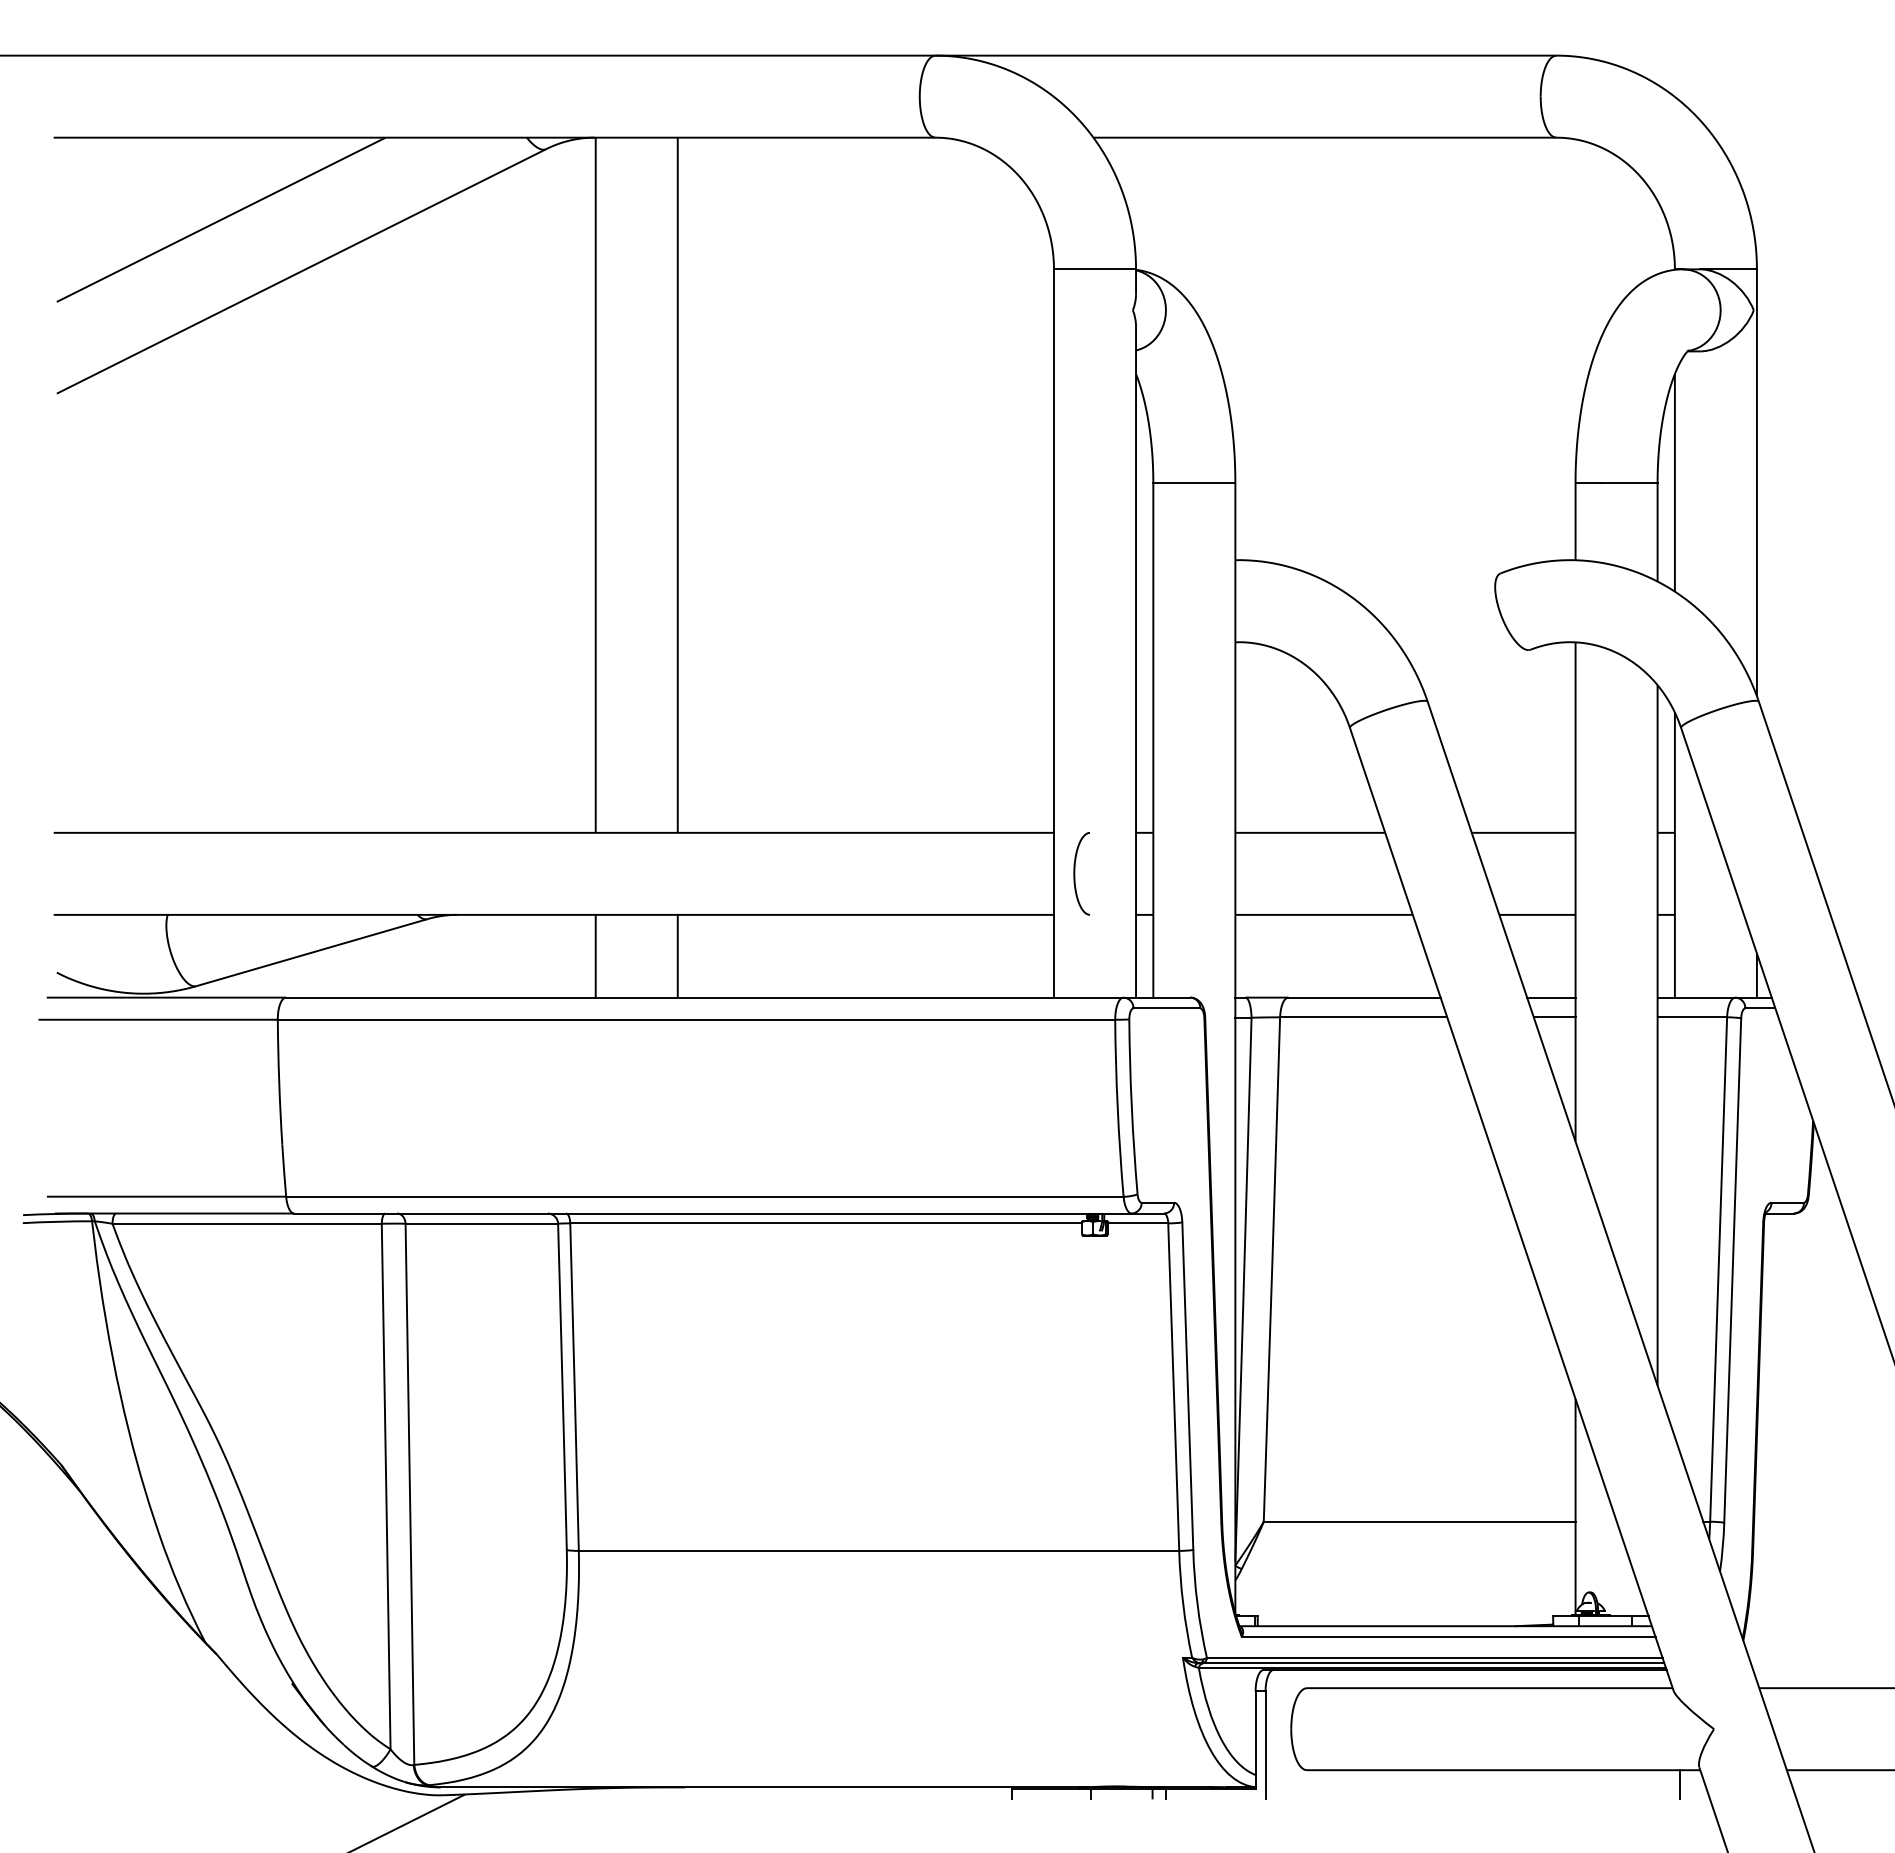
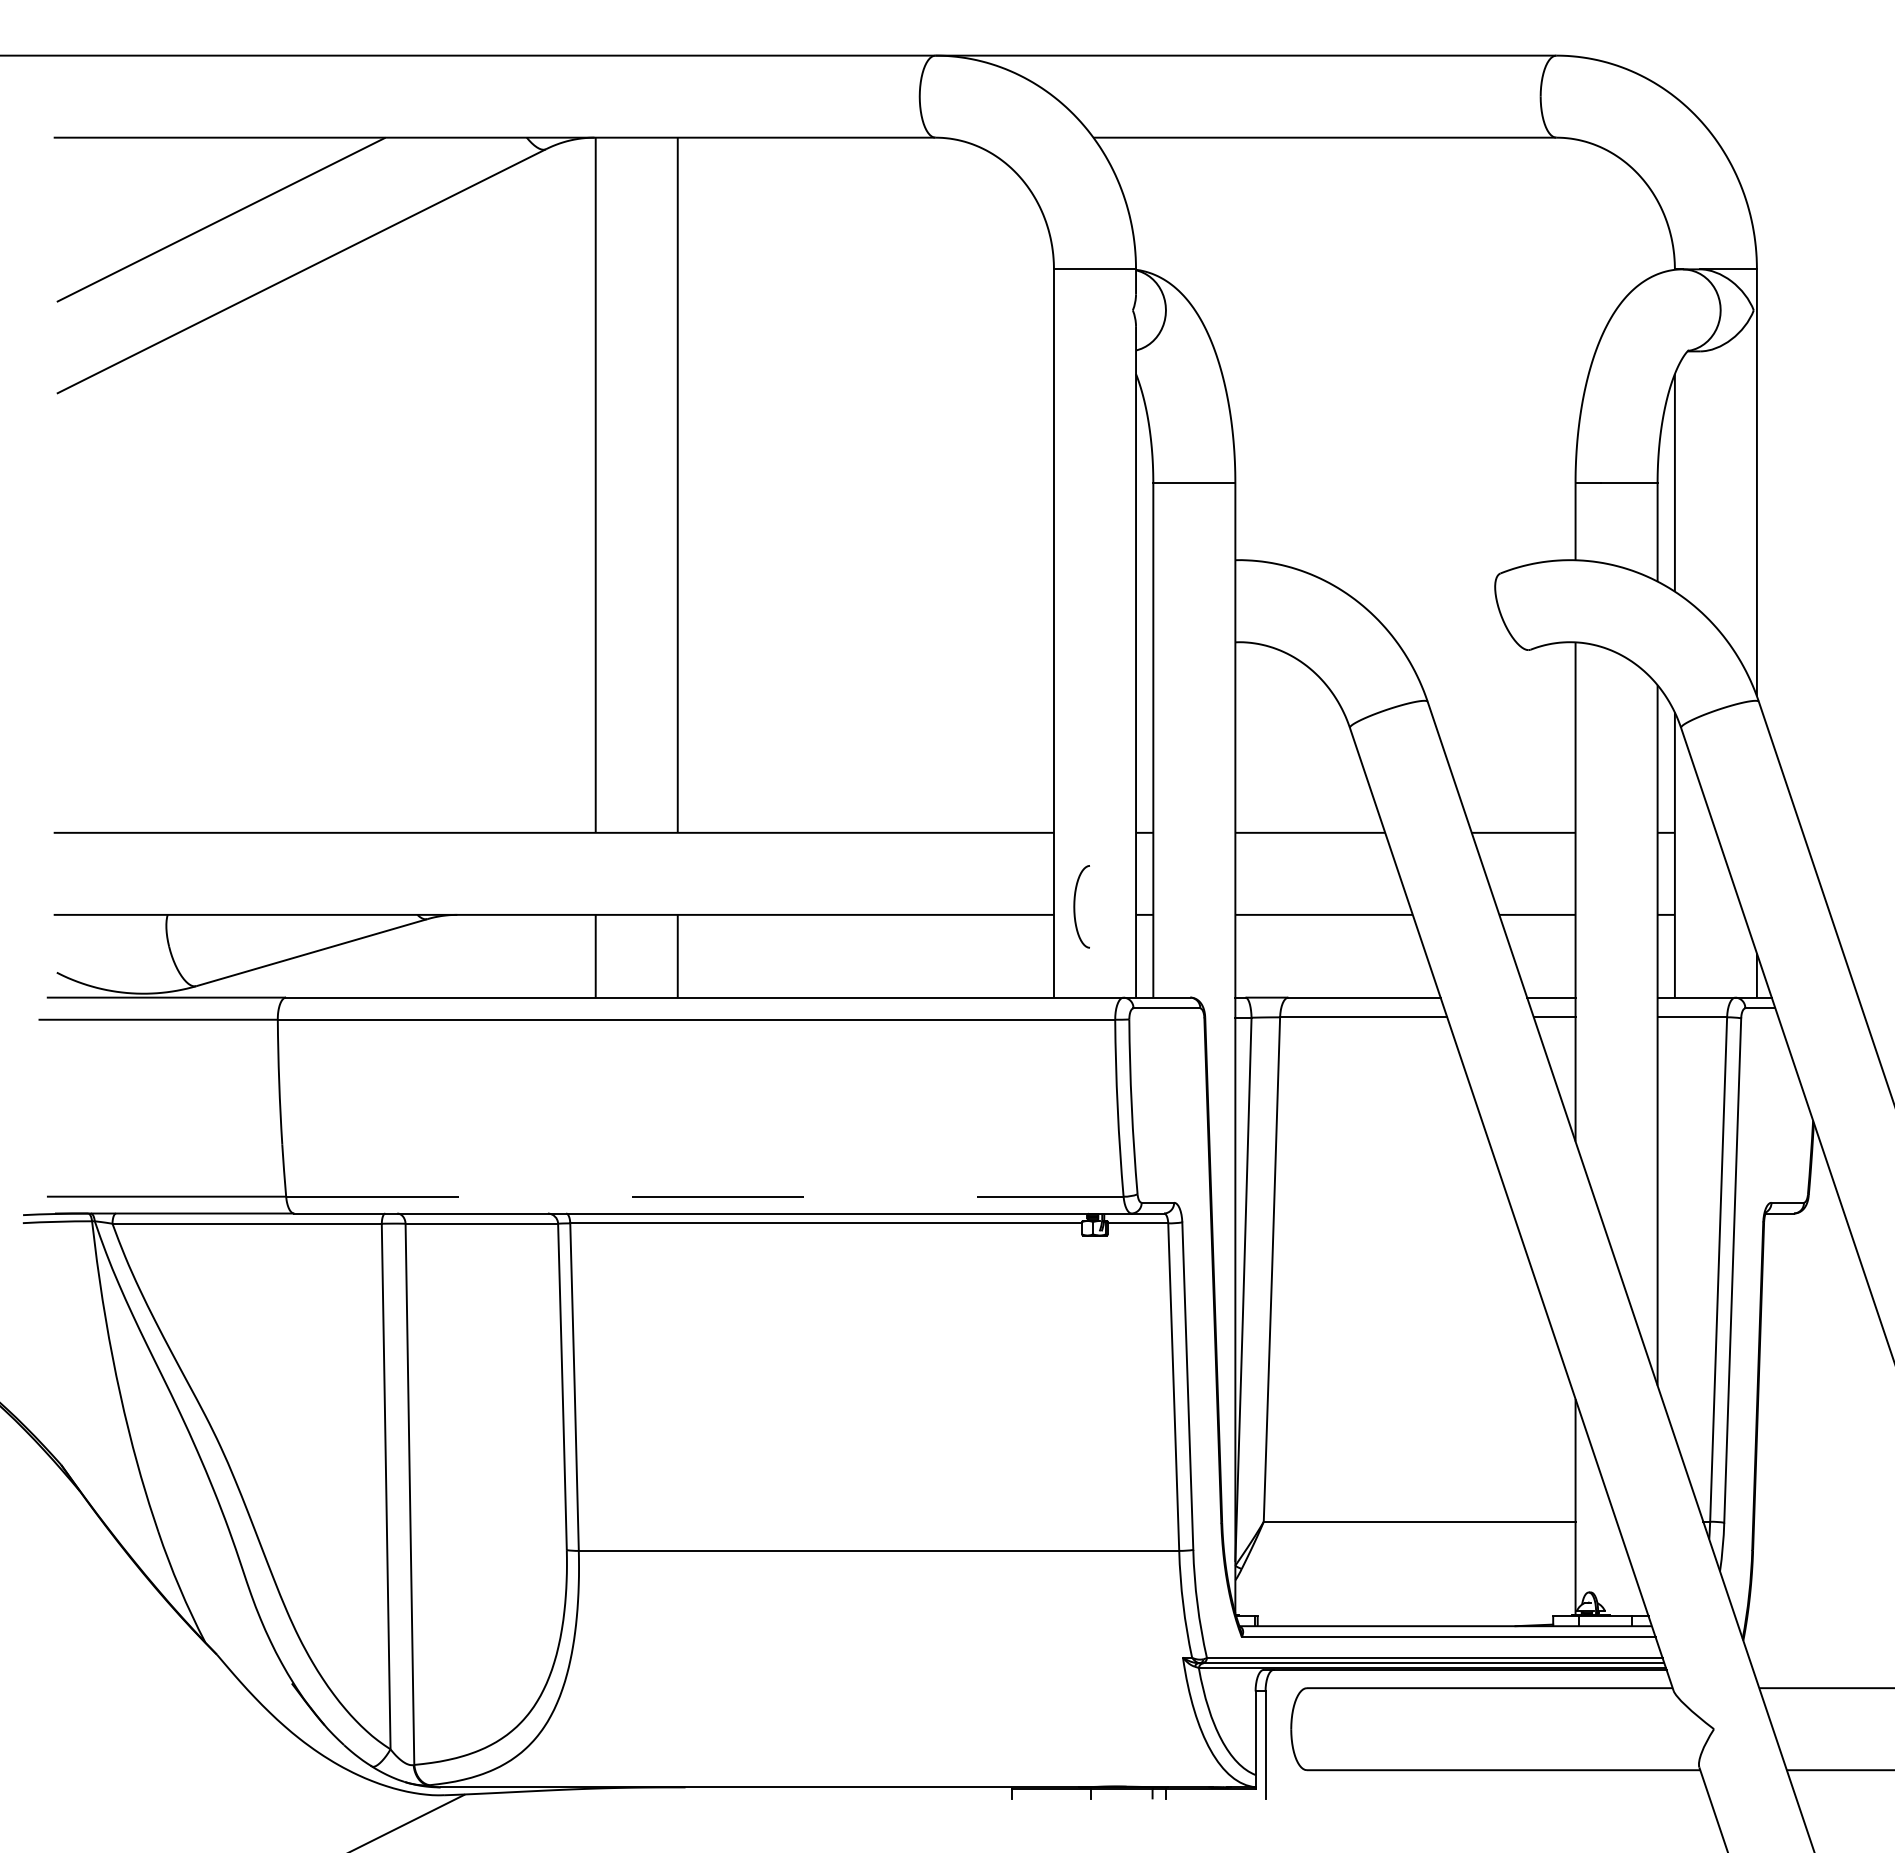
curve at (1075, 873) position: (1075, 873) -> (1075, 906)
line at (704, 1196): solid -> dashed
line at (1679, 1784): present -> none
